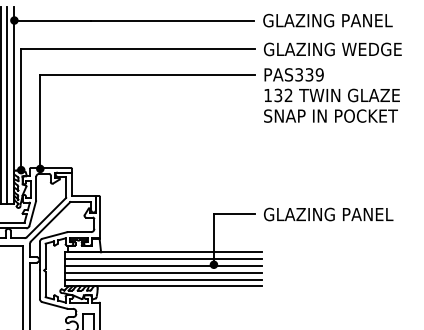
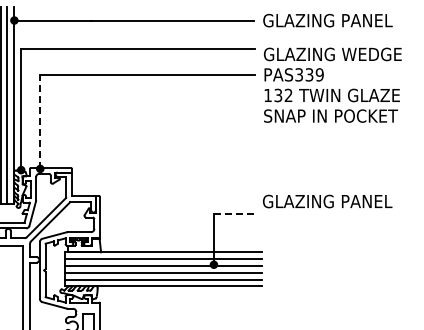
text at (332, 49) position: (332, 49) -> (332, 54)
line at (40, 122): solid -> dashed
line at (234, 214): solid -> dashed
text at (328, 214) position: (328, 214) -> (327, 201)
